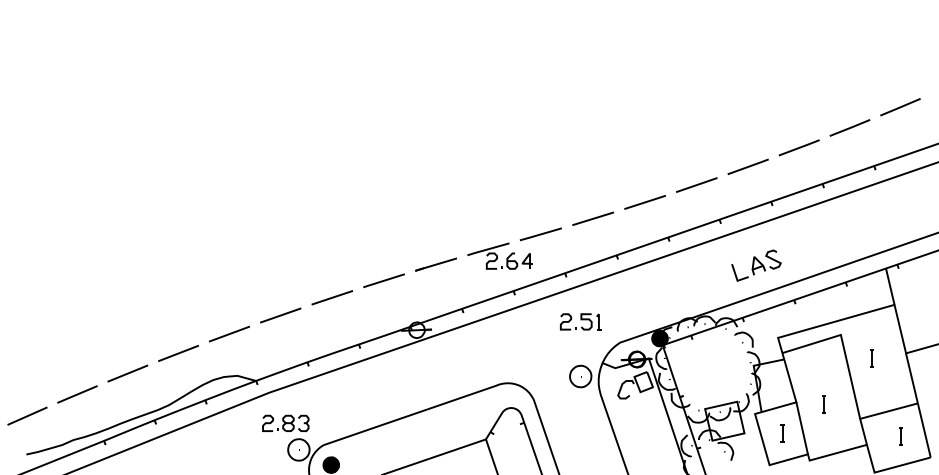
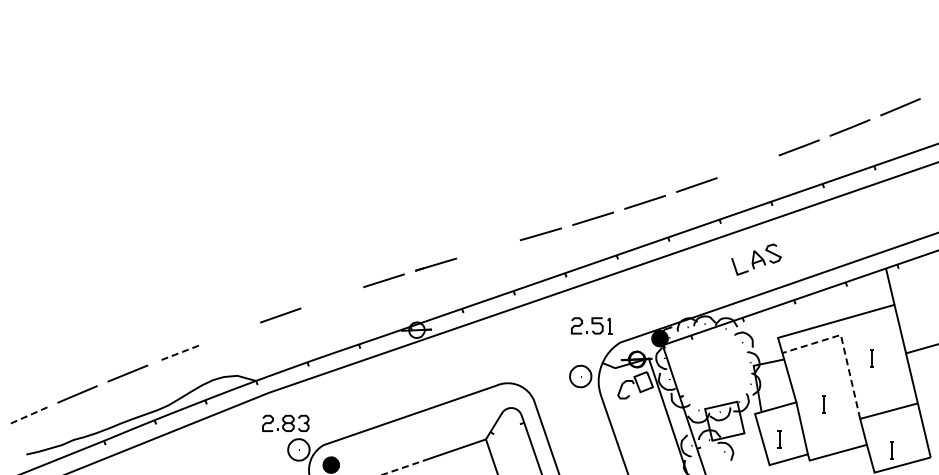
line at (747, 166): present -> none
part at (499, 255): present -> none
part at (756, 265) position: (756, 265) -> (756, 259)
line at (332, 297): present -> none
part at (580, 321) position: (580, 321) -> (591, 325)
line at (229, 333): present -> none
line at (843, 345): solid -> dashed
line at (178, 353): solid -> dashed
line at (27, 416): solid -> dashed
part at (782, 433) position: (782, 433) -> (779, 439)
line at (900, 436) position: (900, 436) -> (891, 450)
line at (405, 466): solid -> dashed
